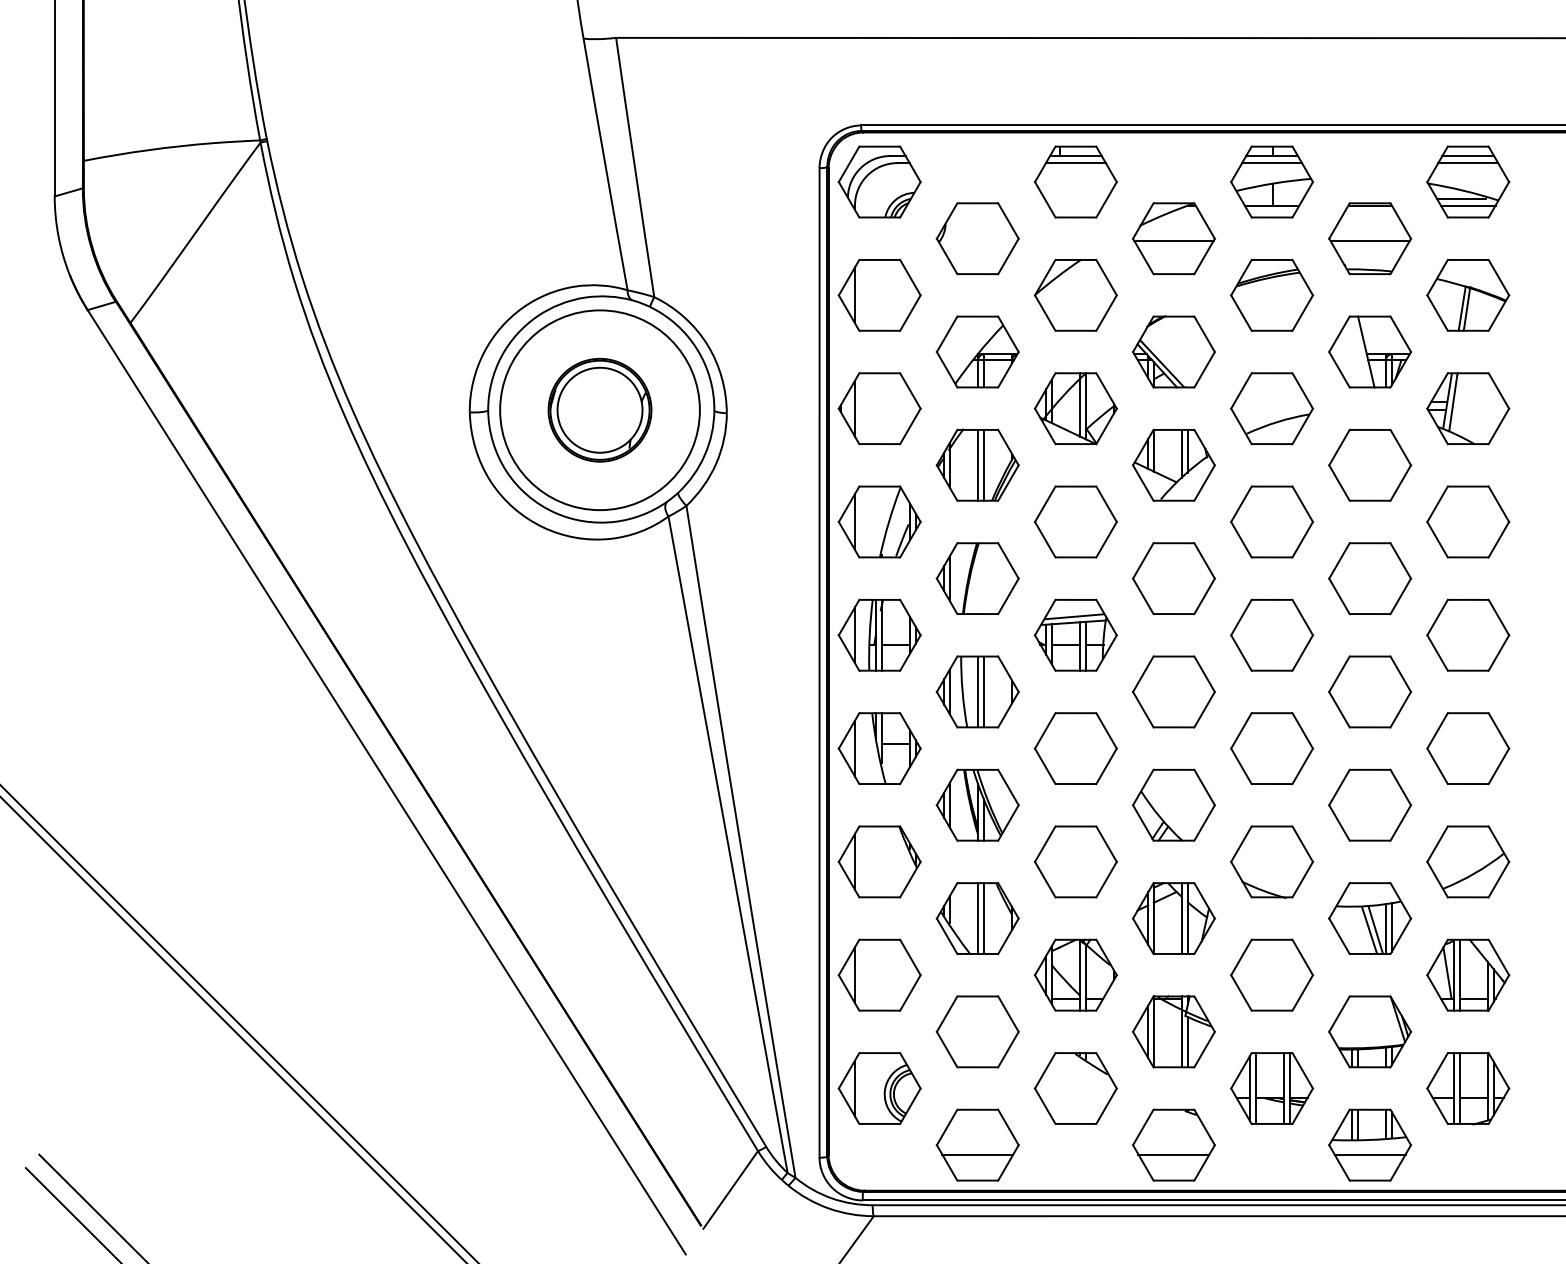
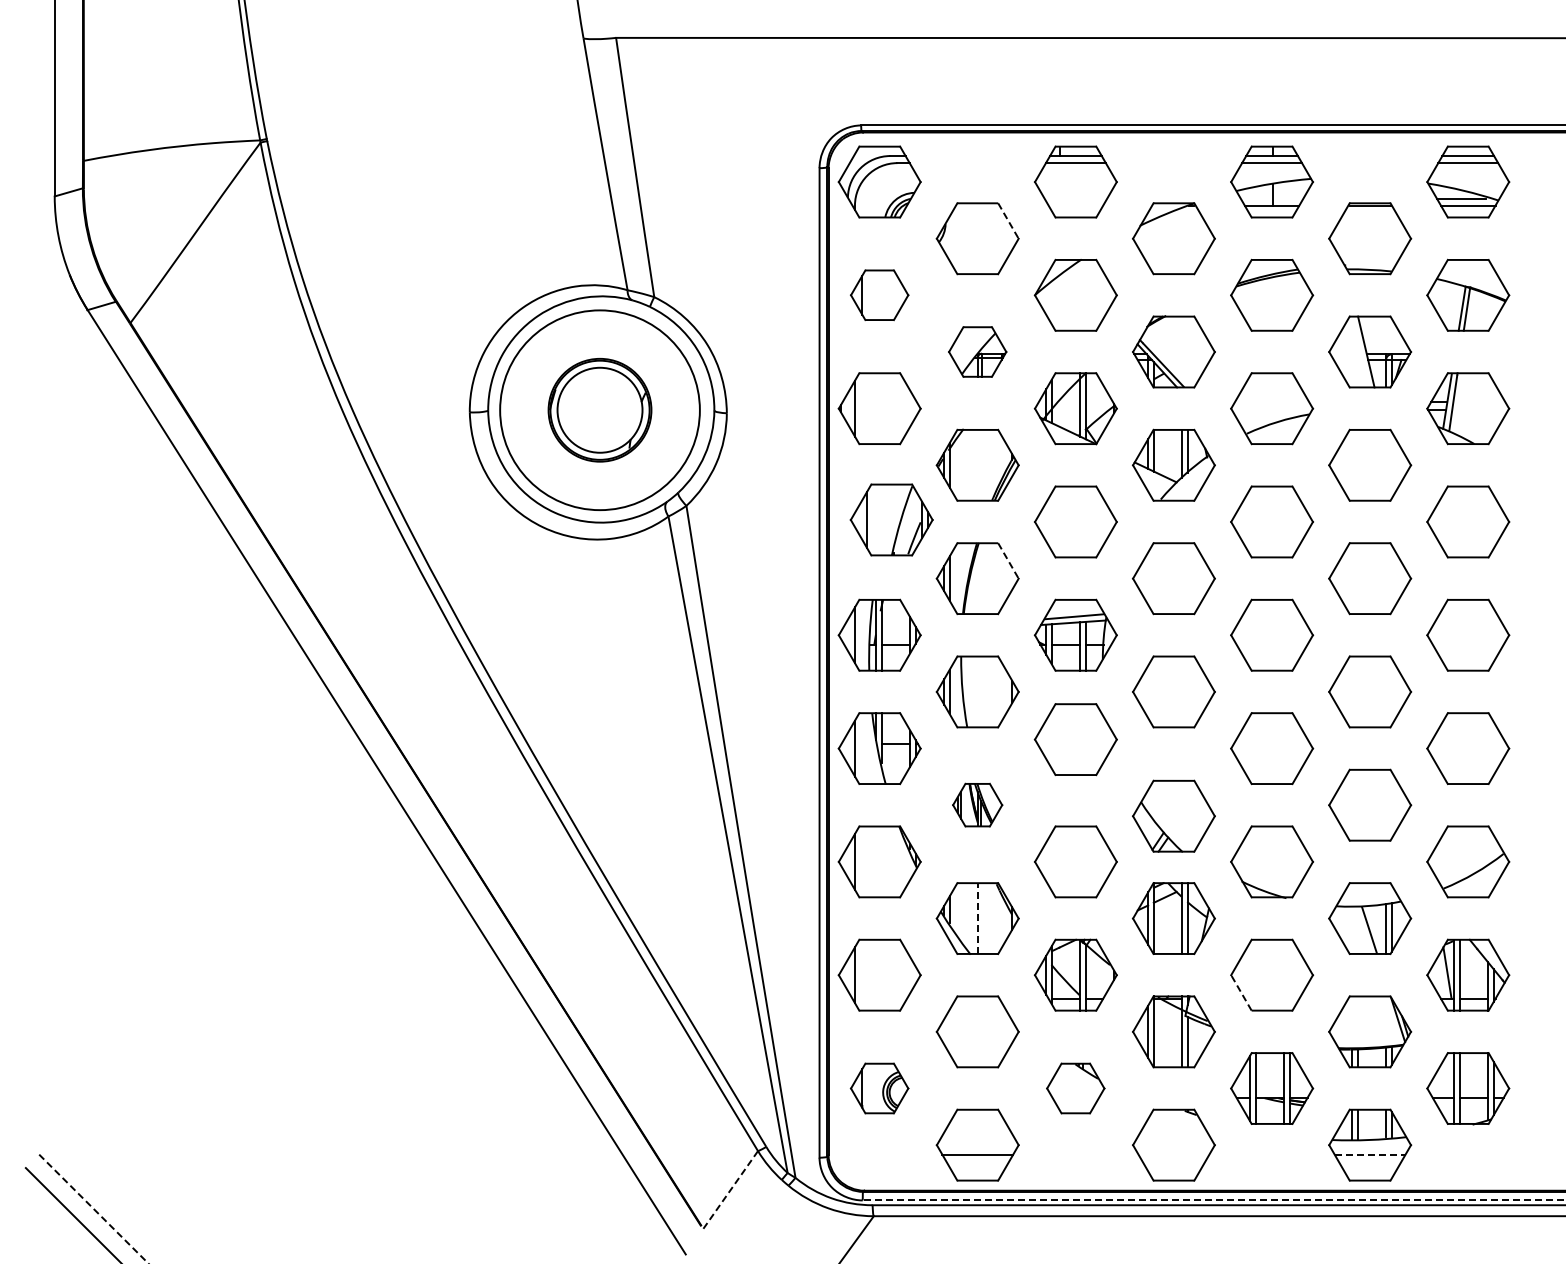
line at (1008, 221): solid -> dashed
line at (1173, 241): present -> none
line at (1369, 241): present -> none
part at (879, 294) size: 85x74 px -> 60x53 px
part at (977, 351) size: 85x74 px -> 60x52 px
line at (978, 464): present -> none
line at (983, 464): present -> none
part at (879, 521) position: (879, 521) -> (891, 519)
line at (1008, 561): solid -> dashed
line at (978, 691): present -> none
line at (983, 691): present -> none
part at (1075, 748) position: (1075, 748) -> (1075, 739)
part at (977, 804) size: 85x74 px -> 52x46 px
part at (1173, 804) position: (1173, 804) -> (1173, 815)
line at (978, 918): solid -> dashed
line at (983, 918): present -> none
line at (1375, 929): present -> none
line at (1241, 992): solid -> dashed
line at (238, 1023): present -> none
line at (233, 1029): present -> none
part at (879, 1088) size: 85x73 px -> 61x53 px
part at (1075, 1088) size: 85x73 px -> 60x53 px
line at (1173, 1154): present -> none
line at (1370, 1154): solid -> dashed
line at (731, 1189): solid -> dashed
line at (1213, 1200): solid -> dashed
line at (94, 1209): solid -> dashed
